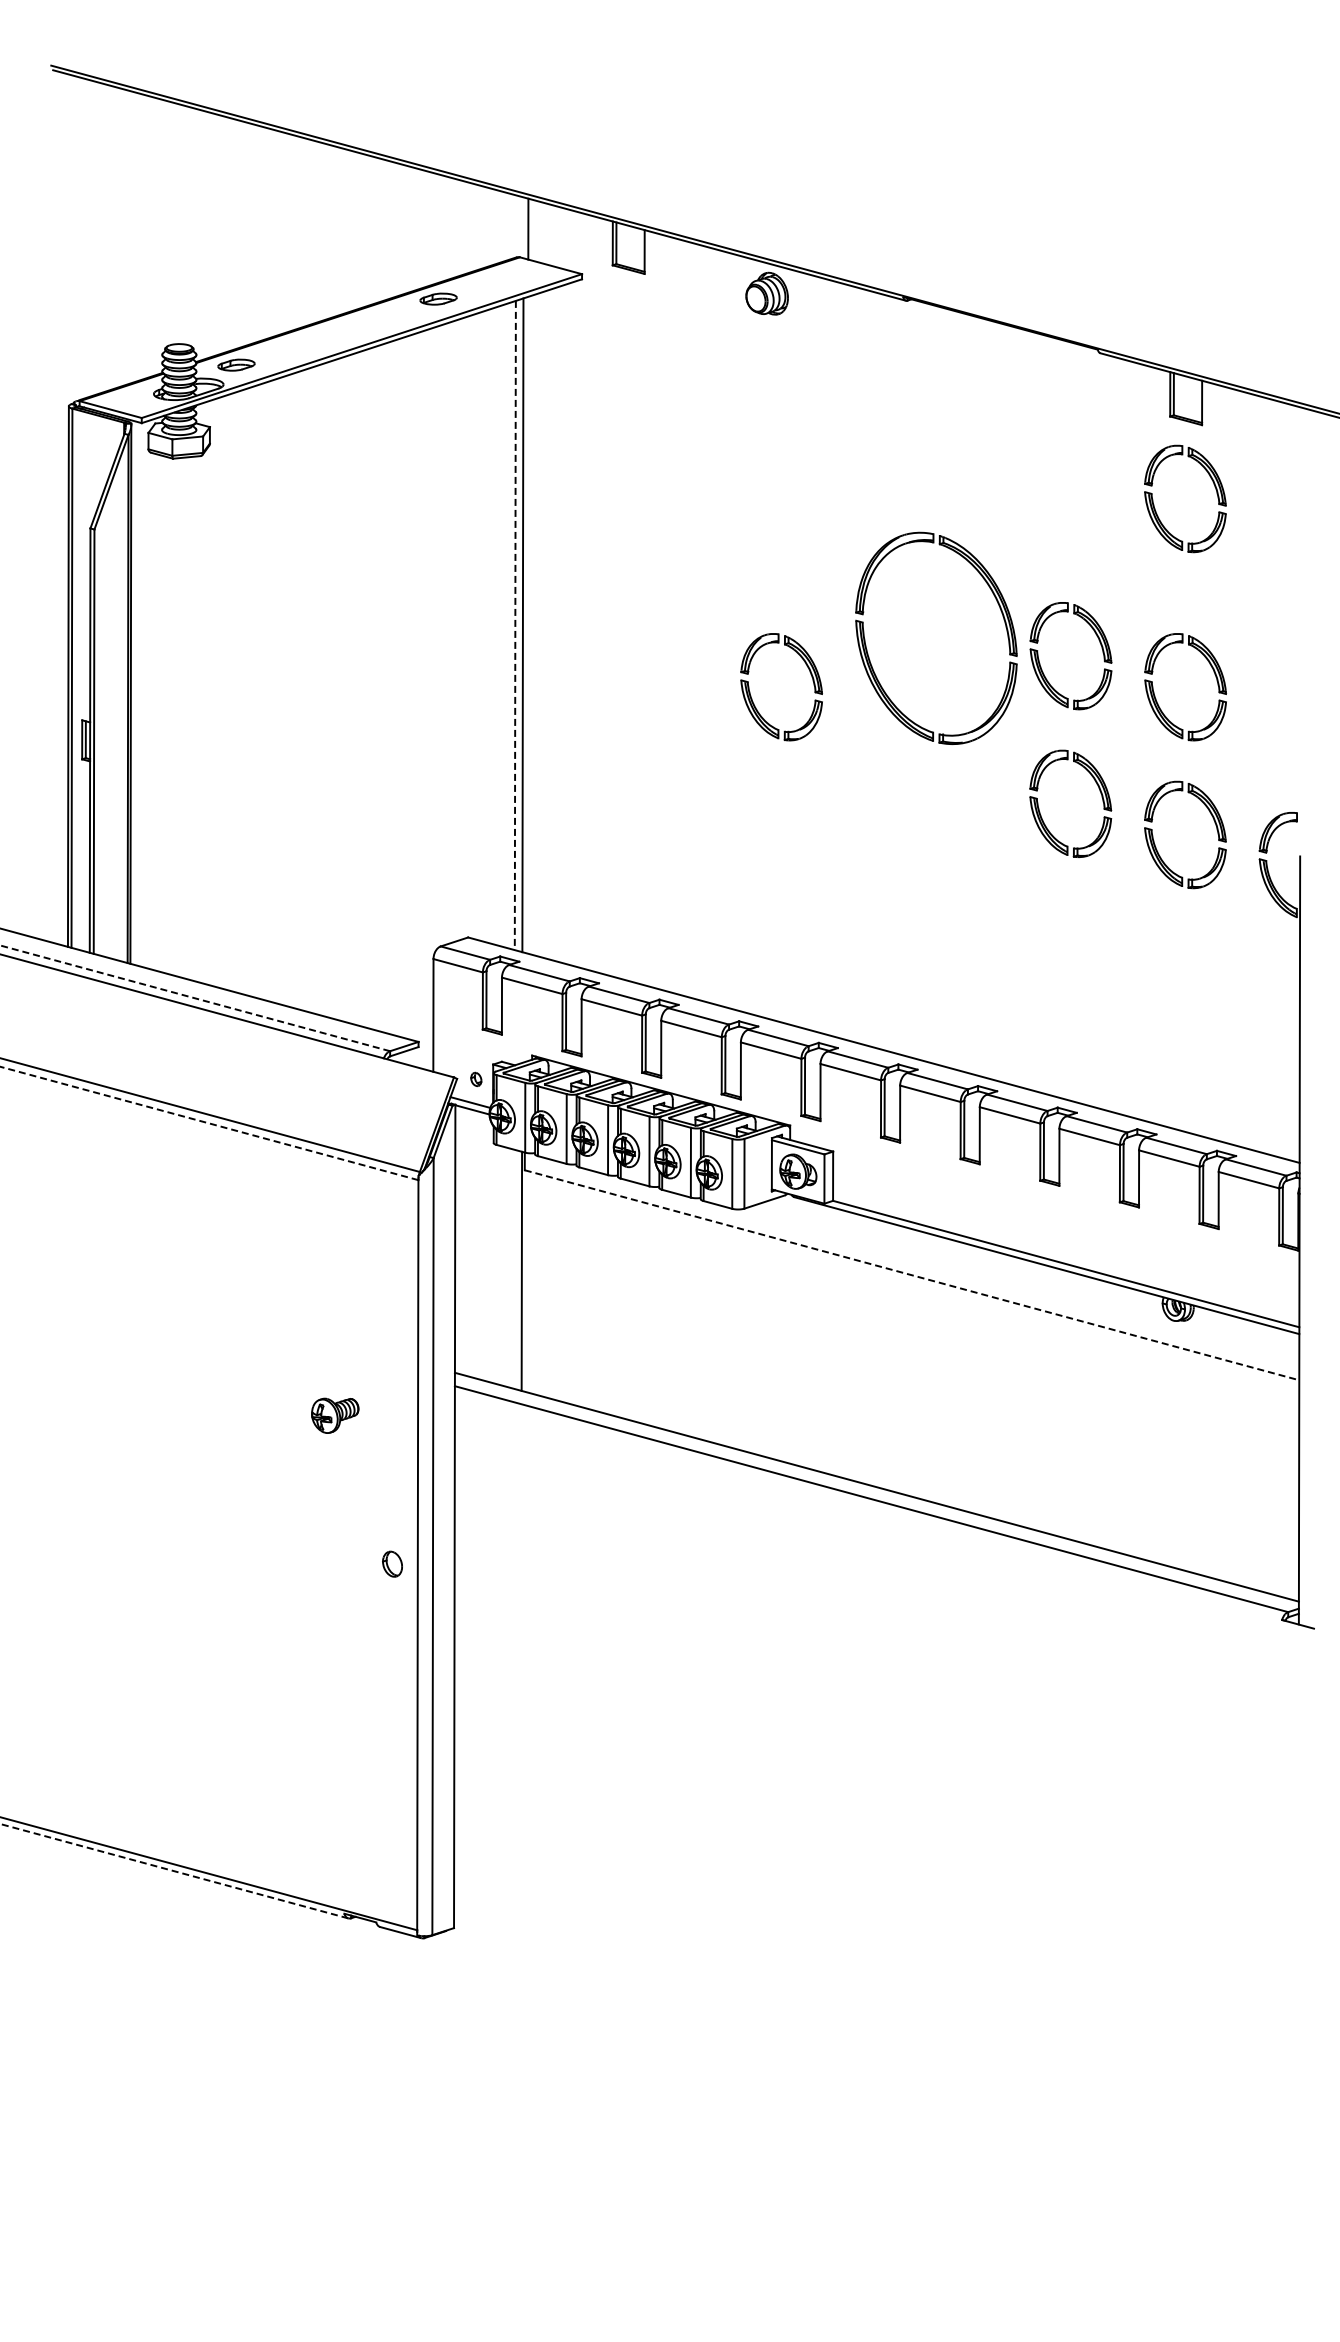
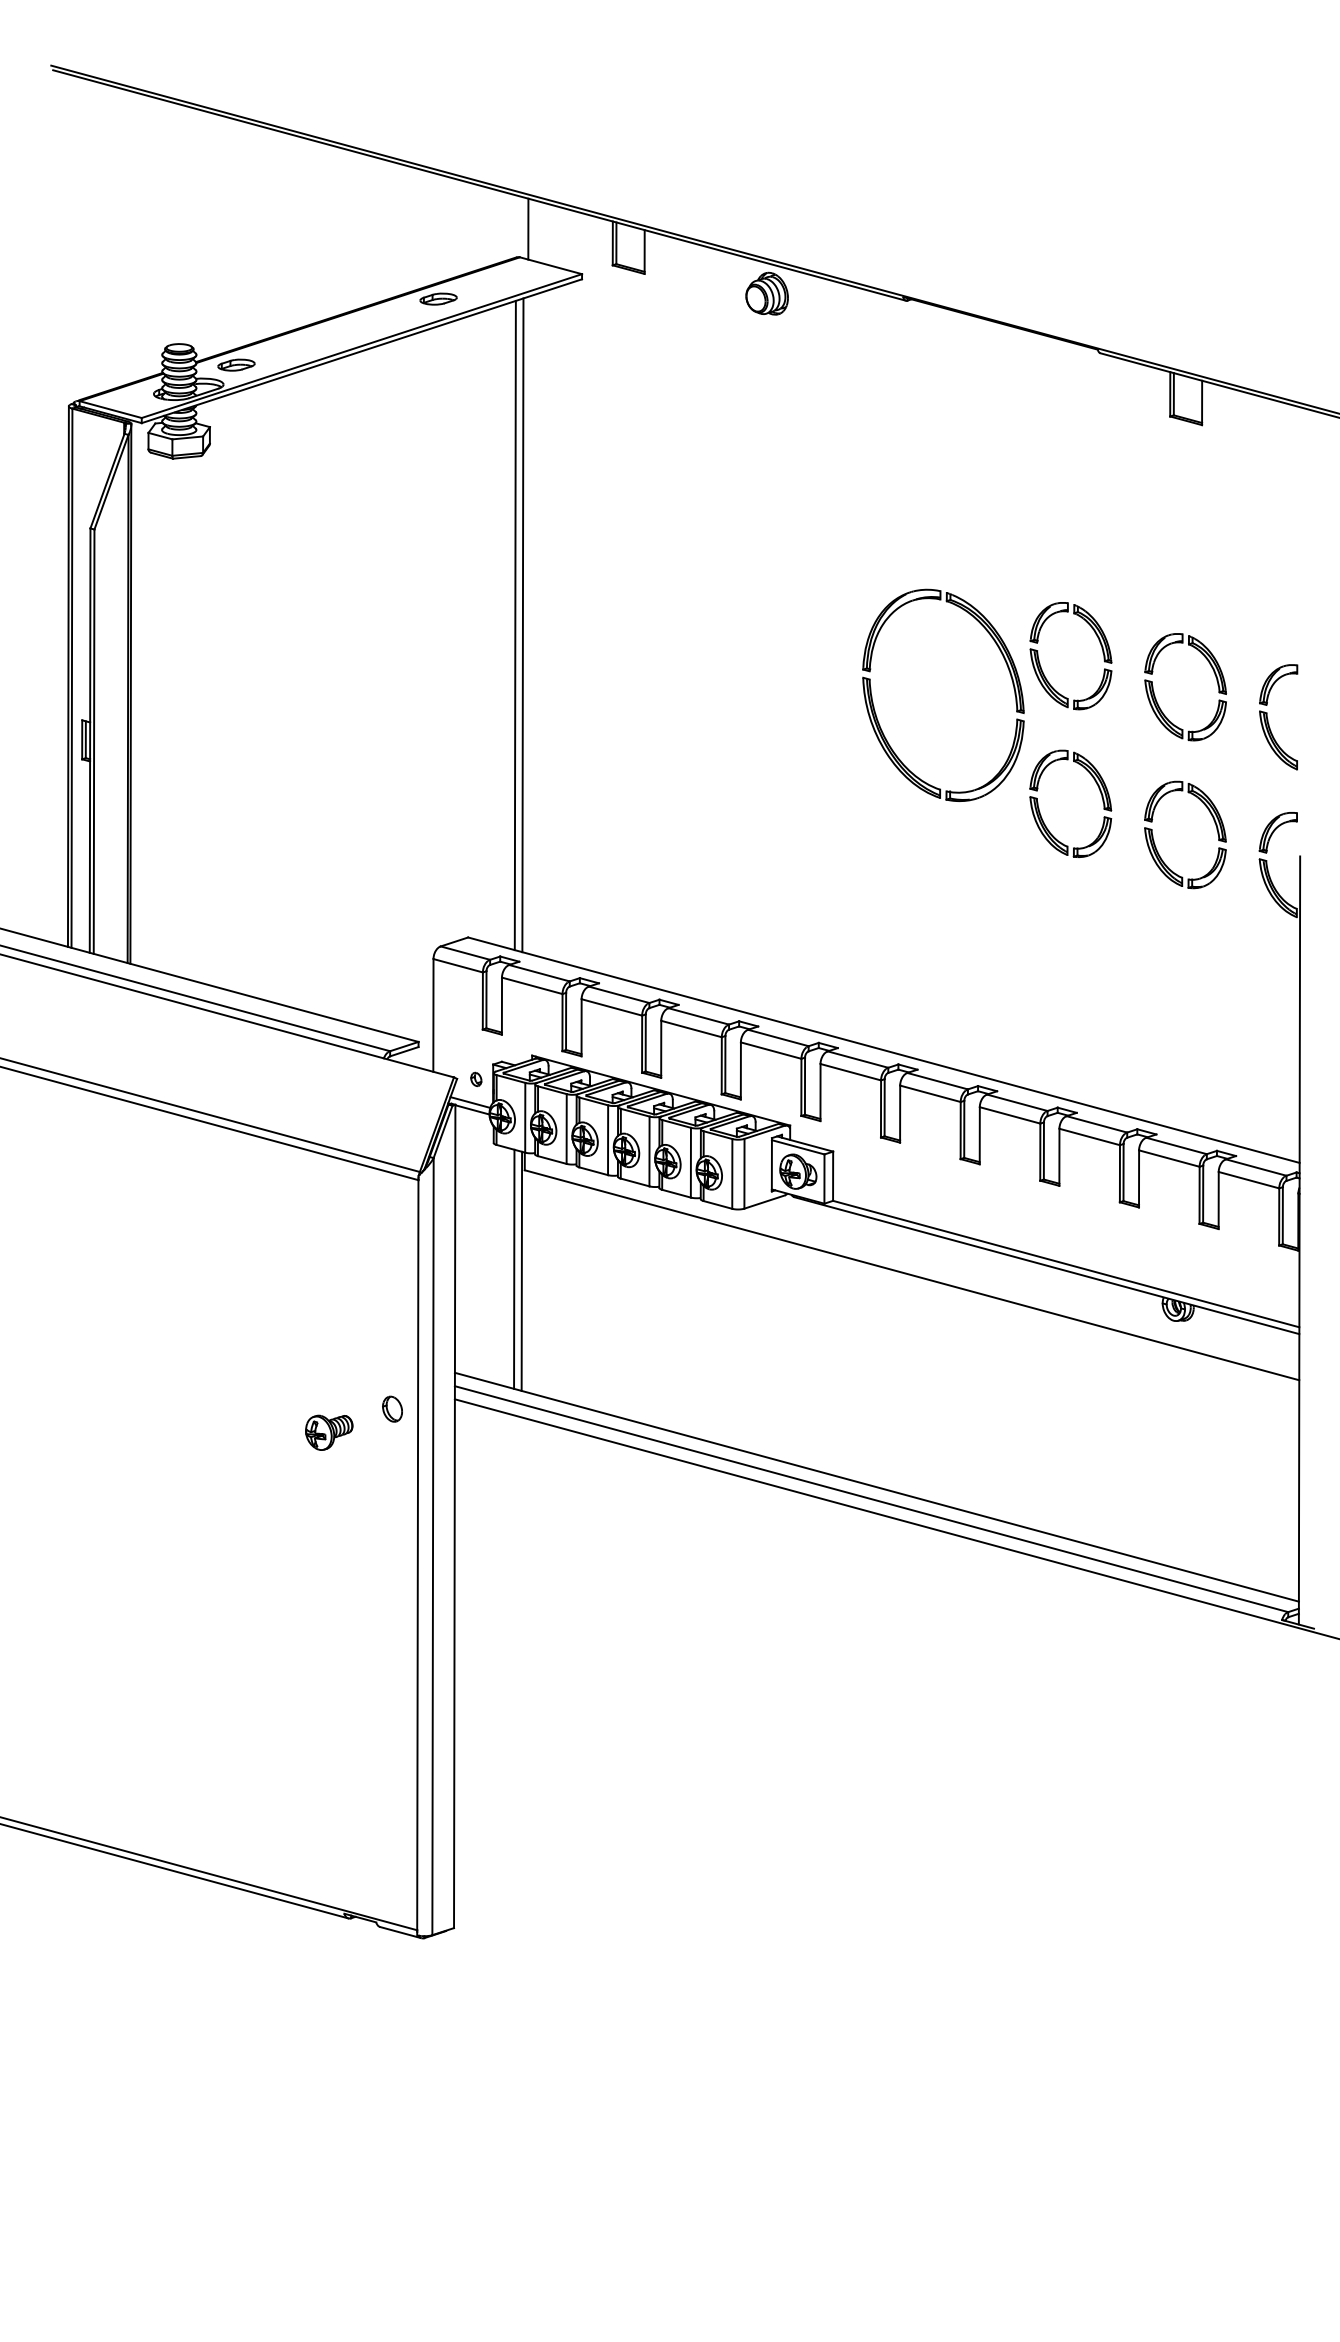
part at (1214, 487): present -> none
part at (1000, 611) position: (1000, 611) -> (1007, 668)
line at (515, 625): dashed -> solid
part at (752, 698): present -> none
part at (1268, 719): none -> present
line at (195, 998): dashed -> solid
line at (209, 1123): dashed -> solid
line at (514, 1268): none -> present
line at (912, 1275): dashed -> solid
part at (335, 1415) position: (335, 1415) -> (329, 1432)
line at (895, 1518): none -> present
part at (392, 1563) position: (392, 1563) -> (392, 1408)
line at (173, 1871): dashed -> solid
